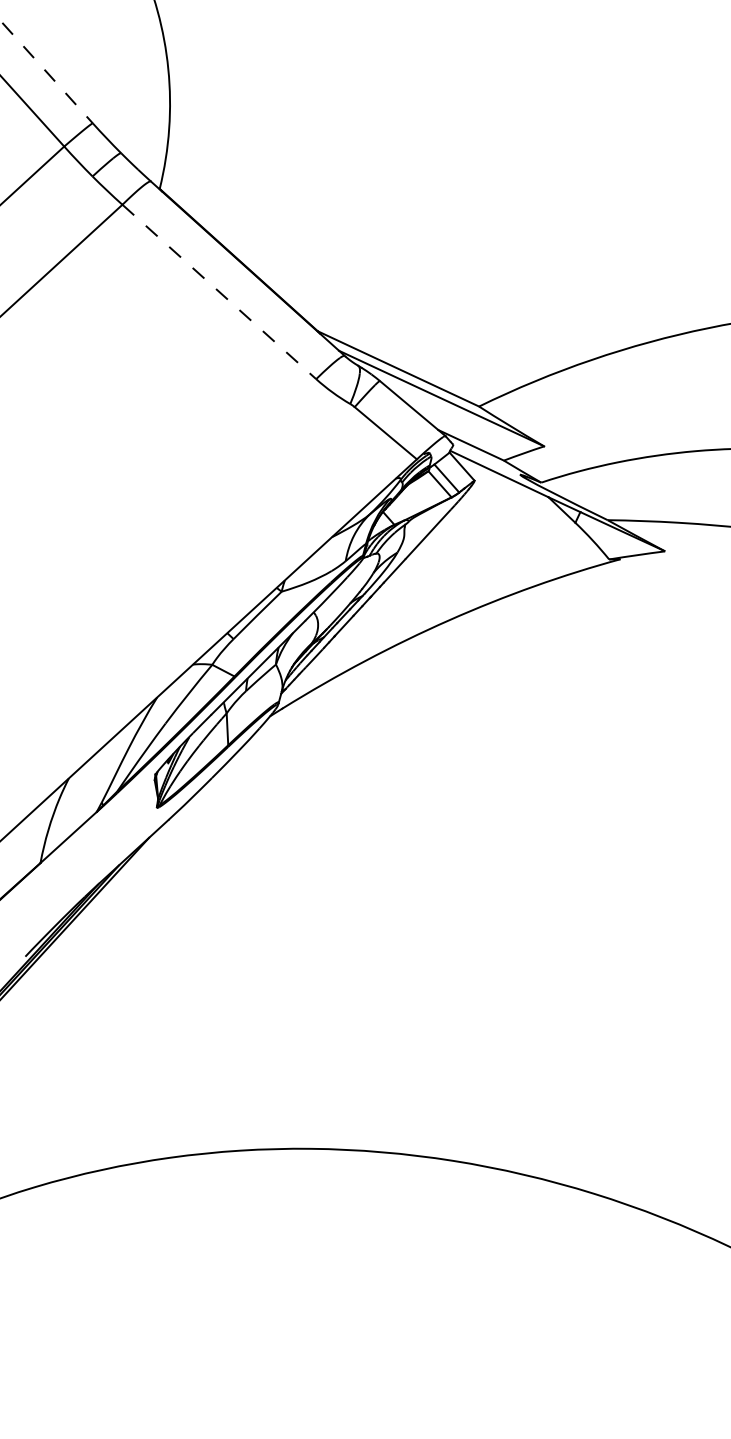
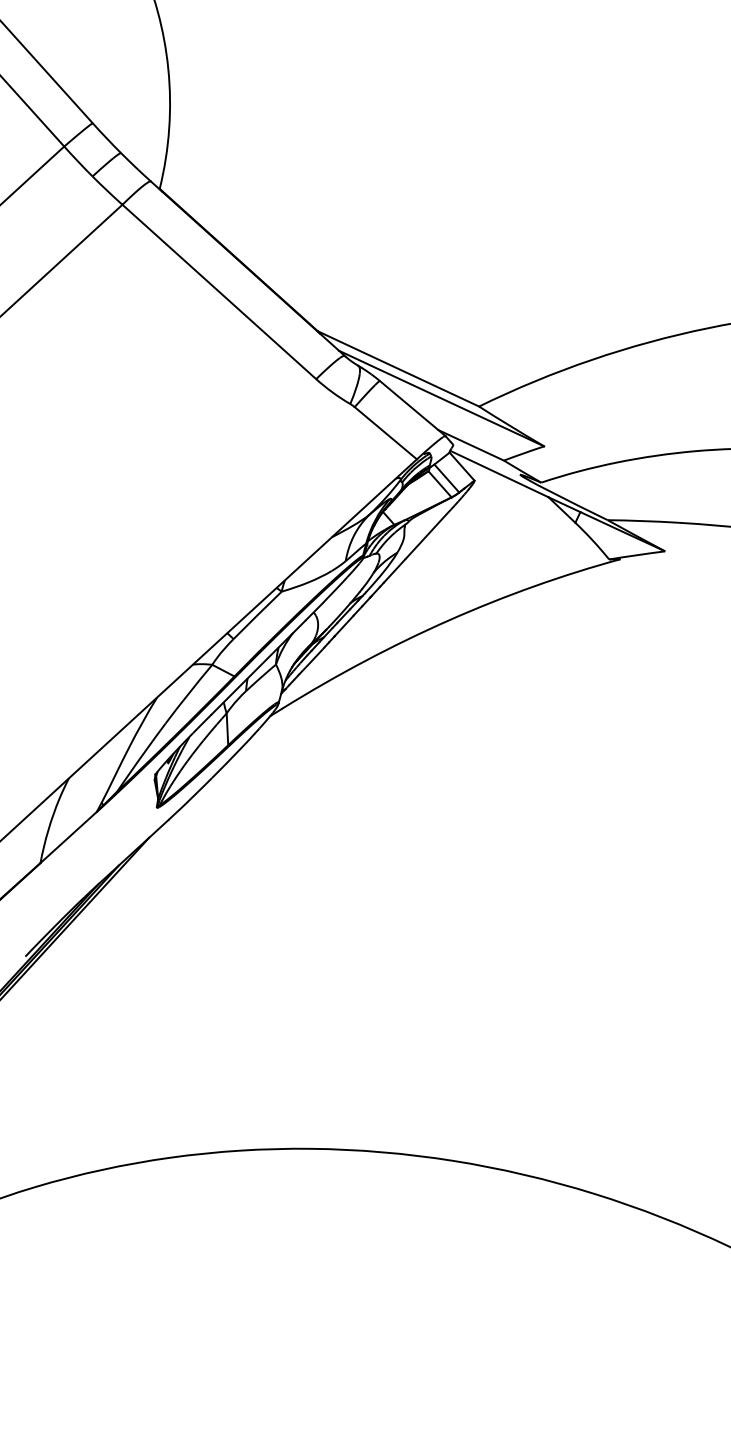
line at (46, 72): dashed -> solid
line at (219, 292): dashed -> solid
